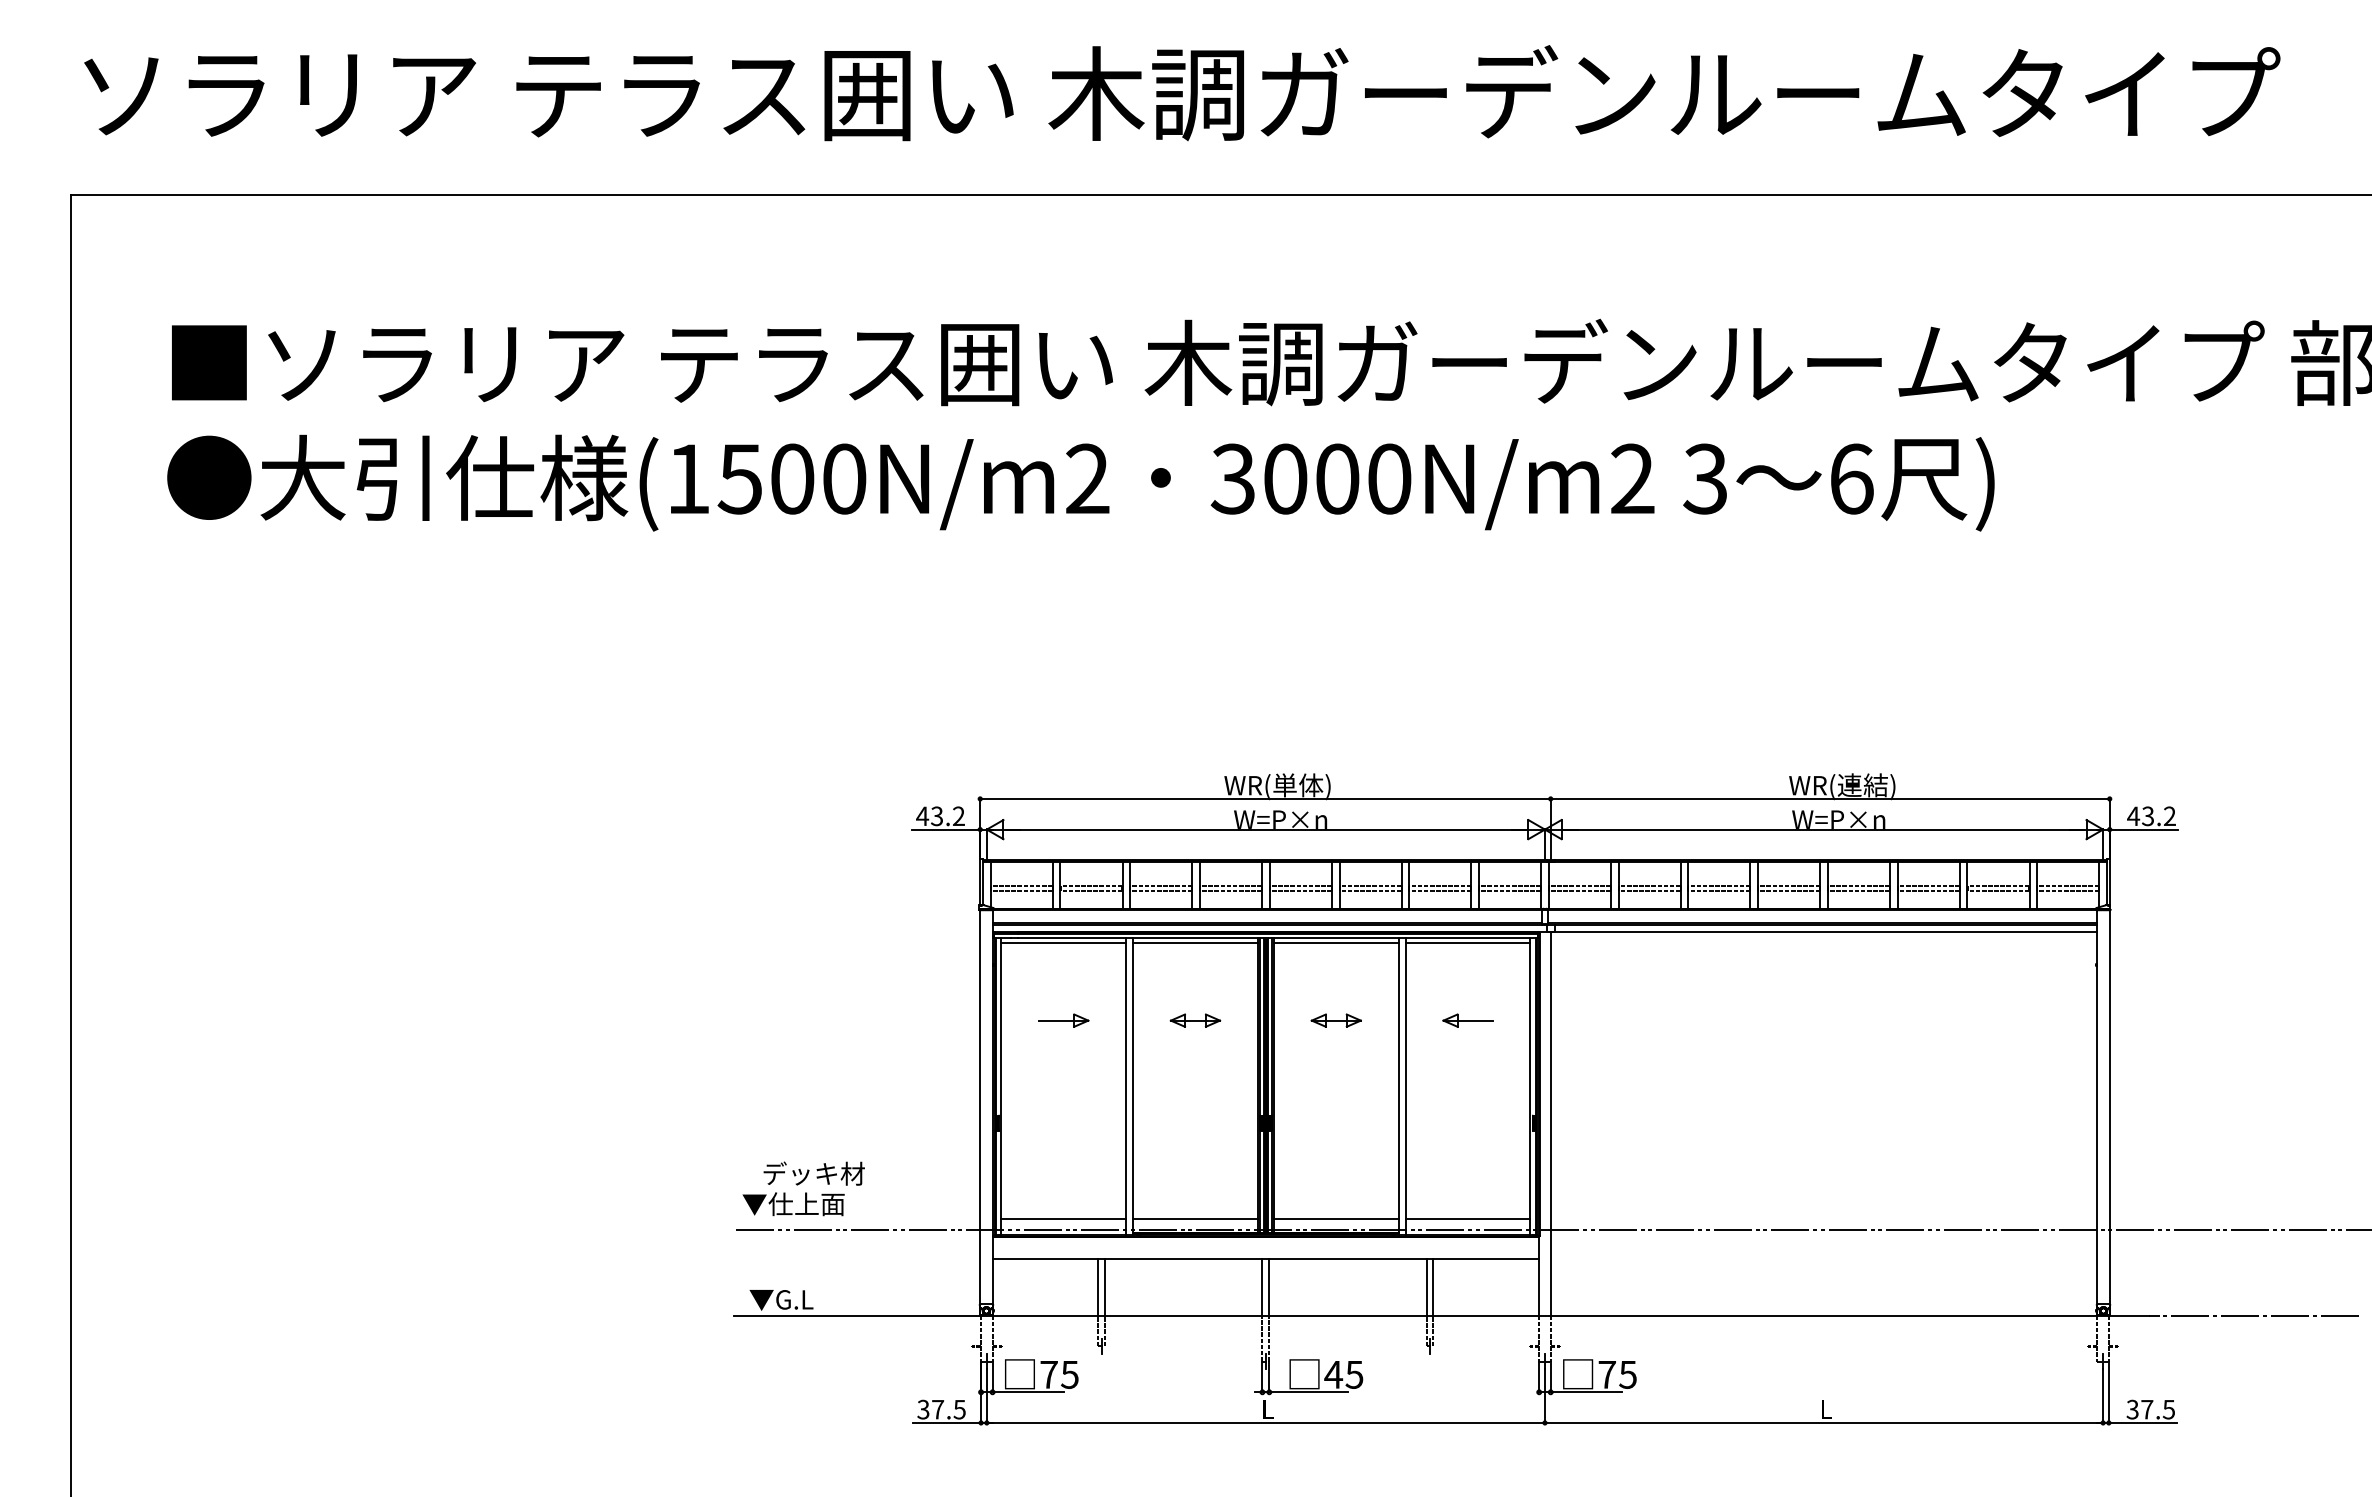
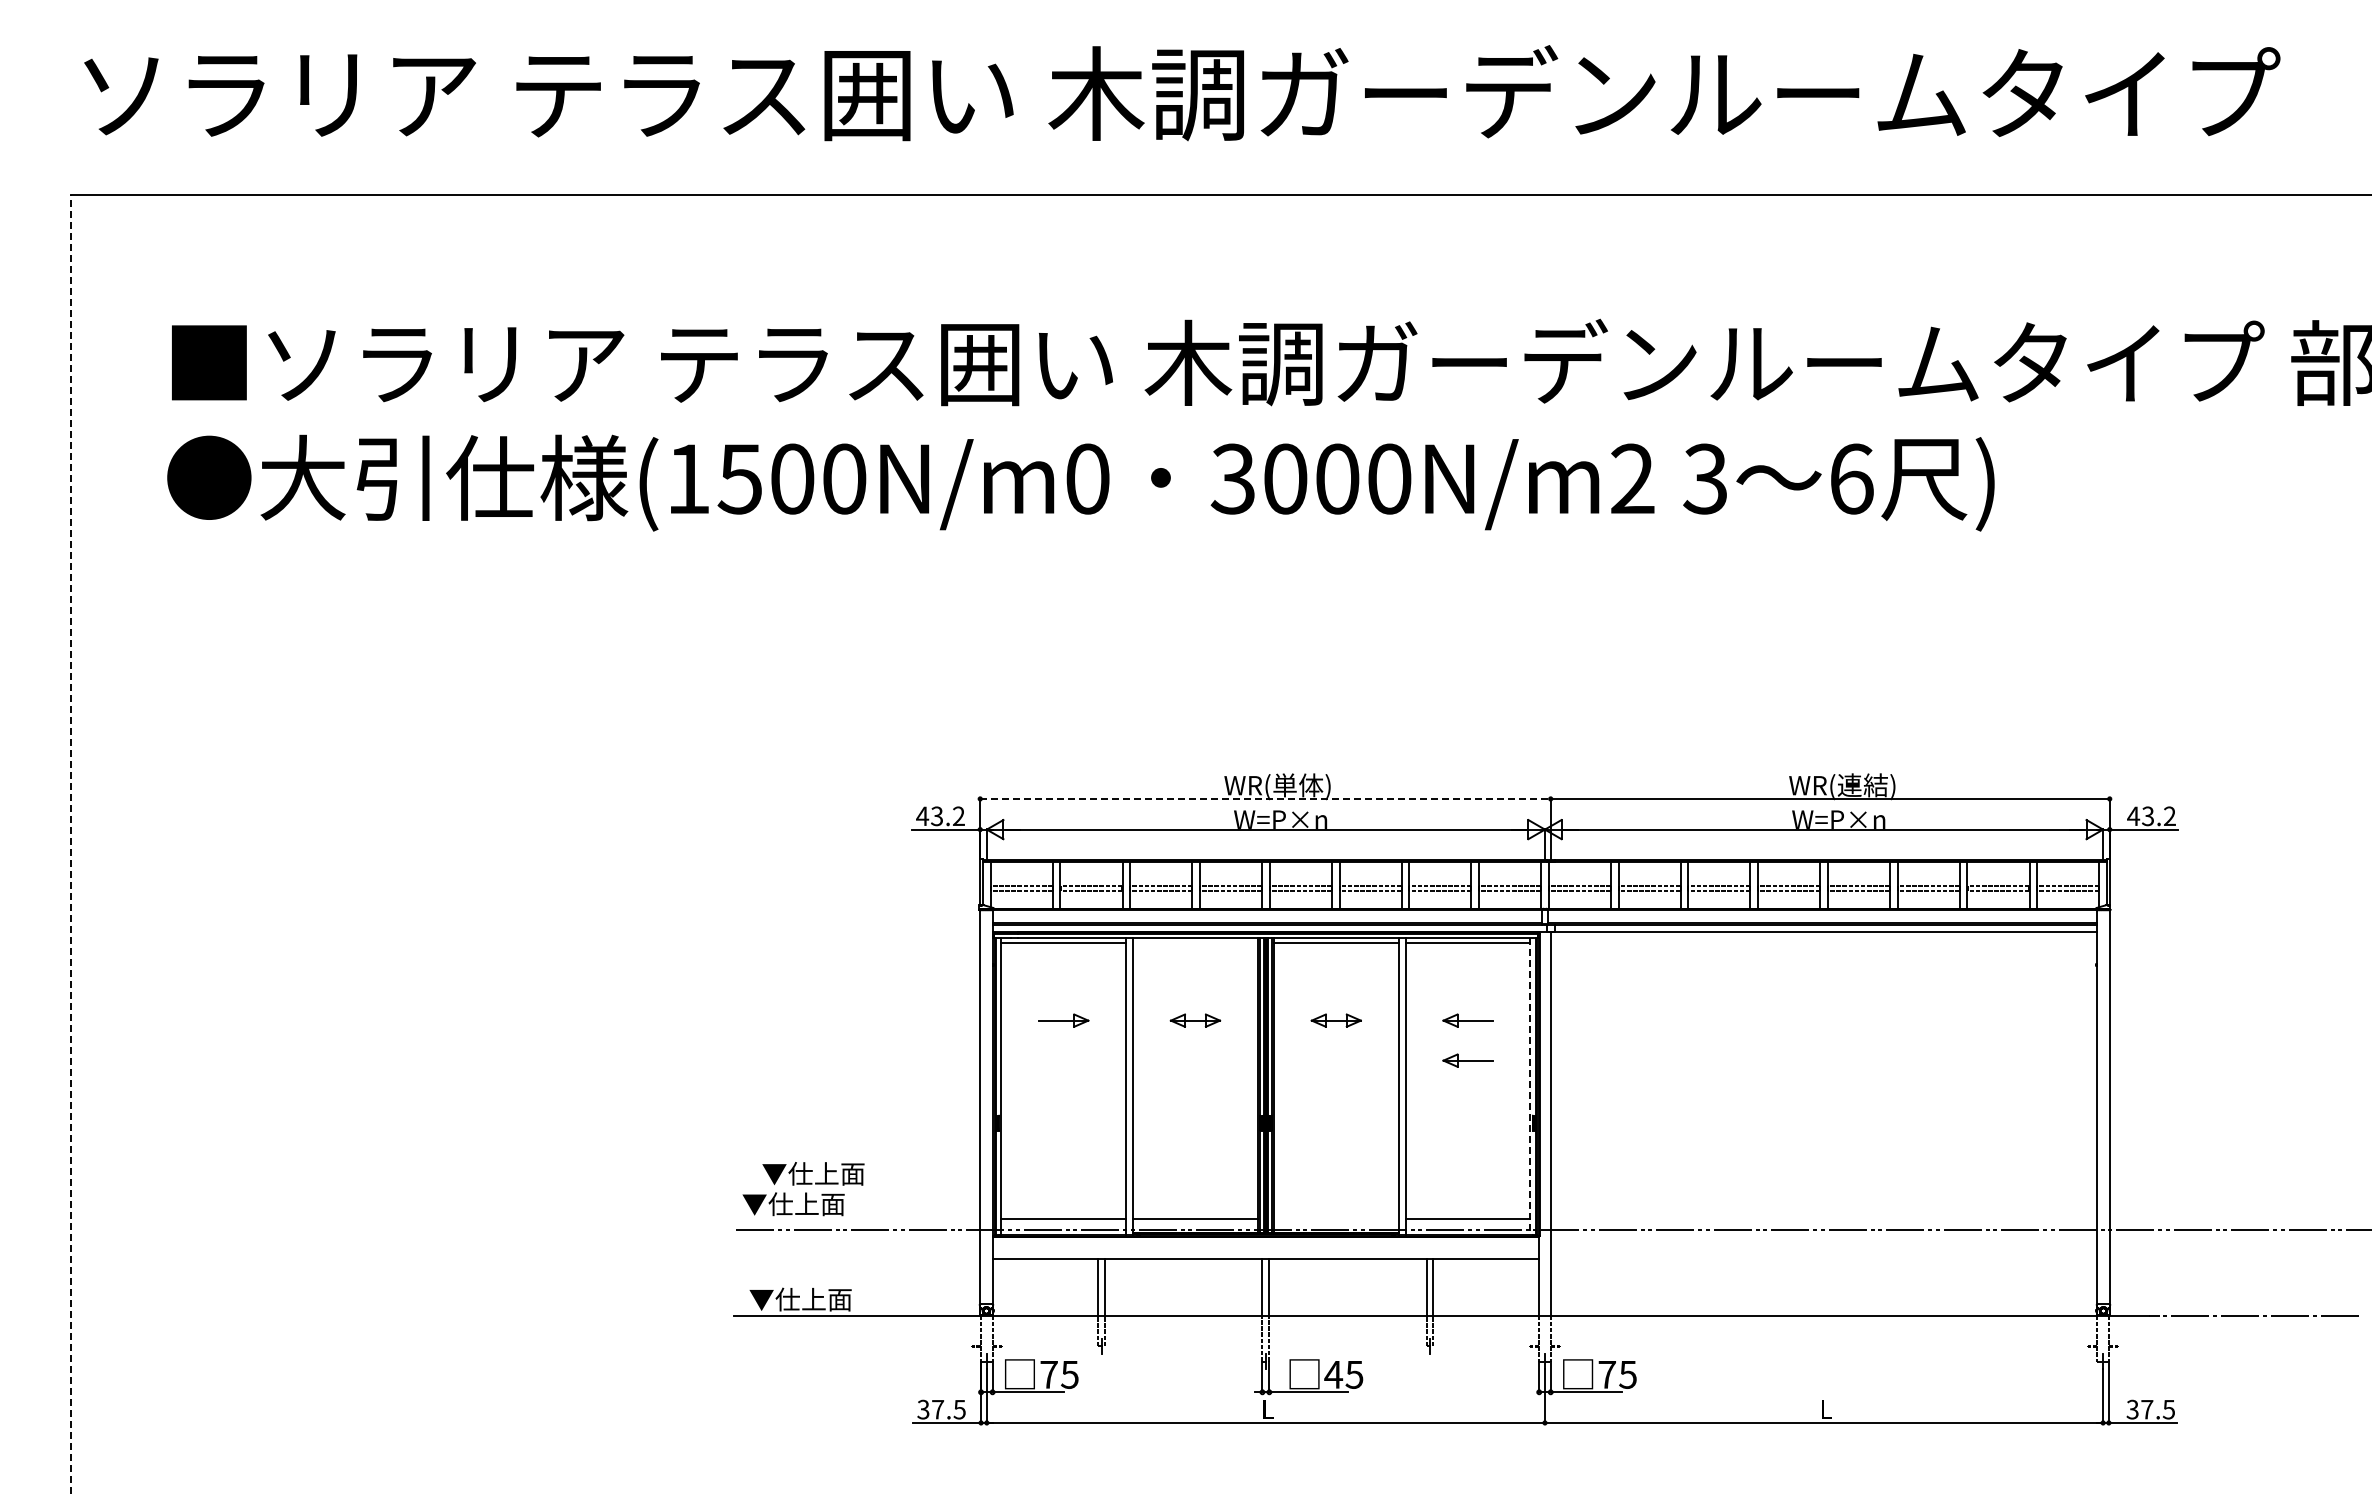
text at (1087, 478): (1500N/m2 -> (1500N/m0
line at (1265, 798): solid -> dashed
line at (71, 845): solid -> dashed
line at (1195, 943): present -> none
part at (1467, 1060): none -> present
line at (1530, 1086): solid -> dashed
text at (813, 1173): デッキ材 -> ▼仕上面
line at (1335, 1218): present -> none
text at (813, 1299): ▼G.L -> ▼仕上面
